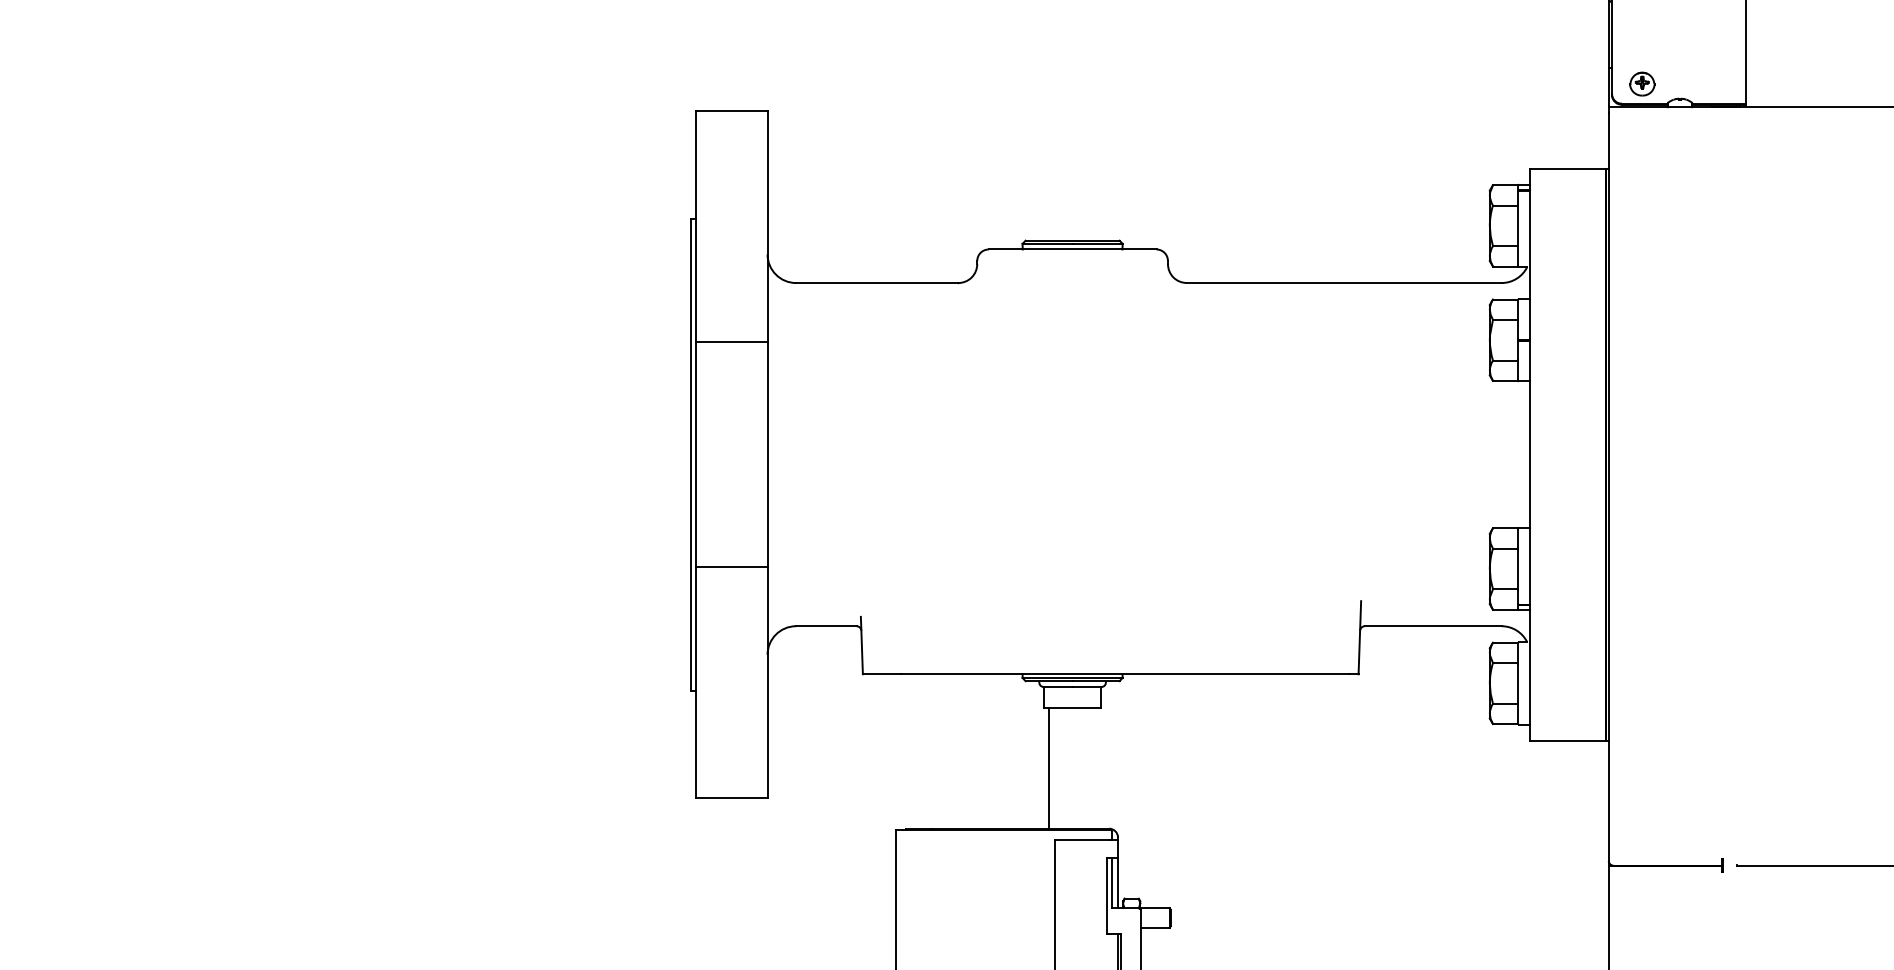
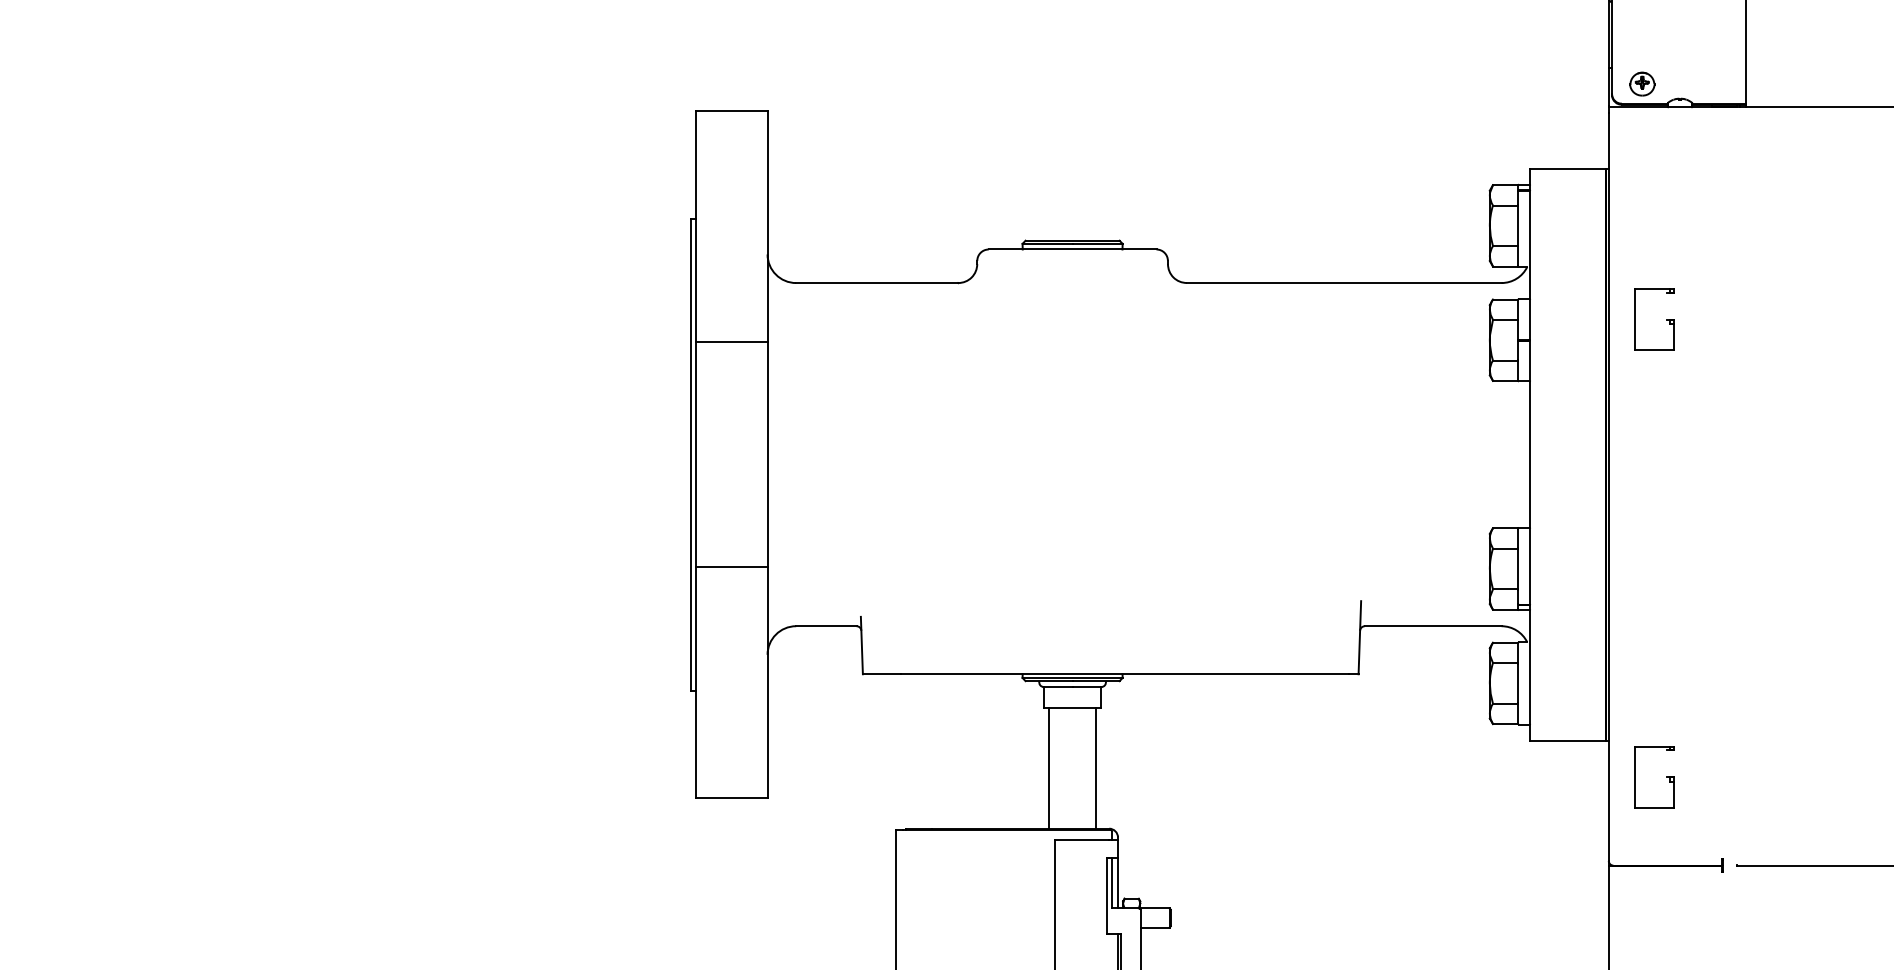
part at (1666, 319): none -> present
line at (1096, 767): none -> present
part at (1666, 777): none -> present
